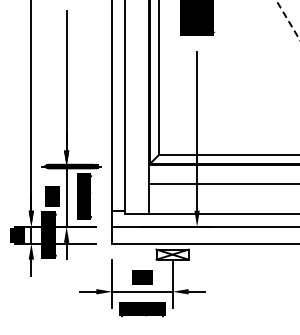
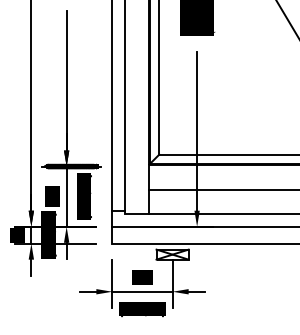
line at (287, 19): dashed -> solid
line at (222, 184) position: (222, 184) -> (222, 190)
